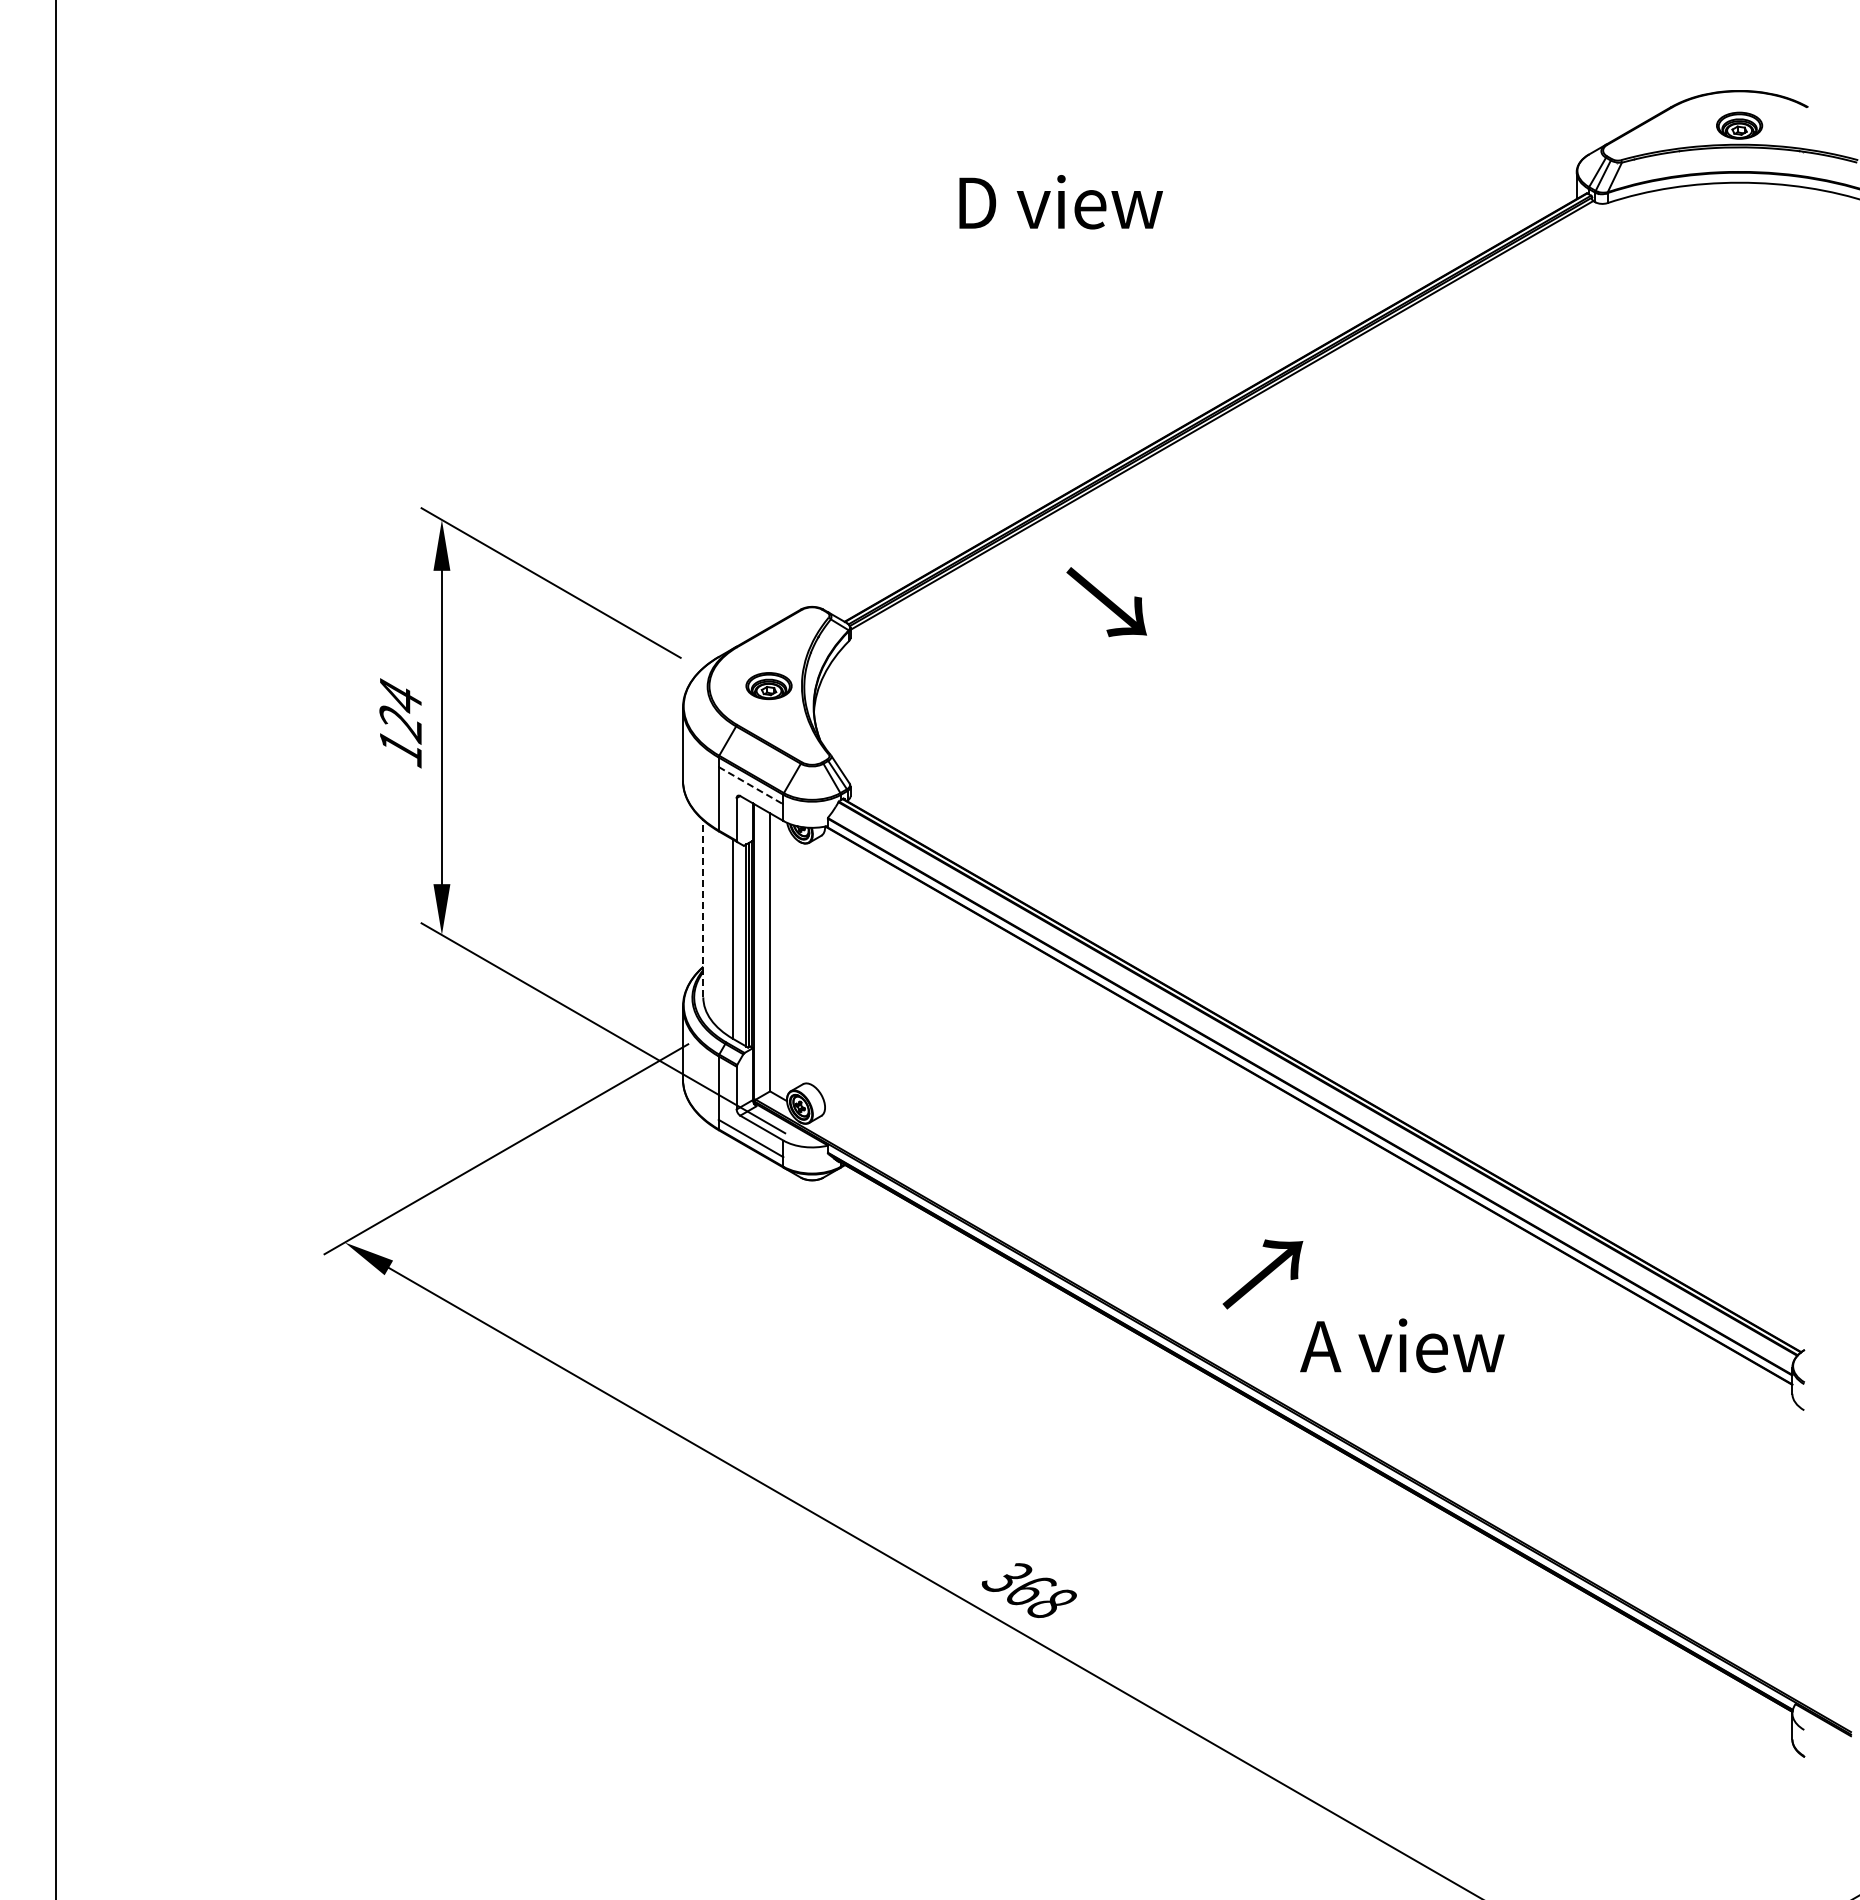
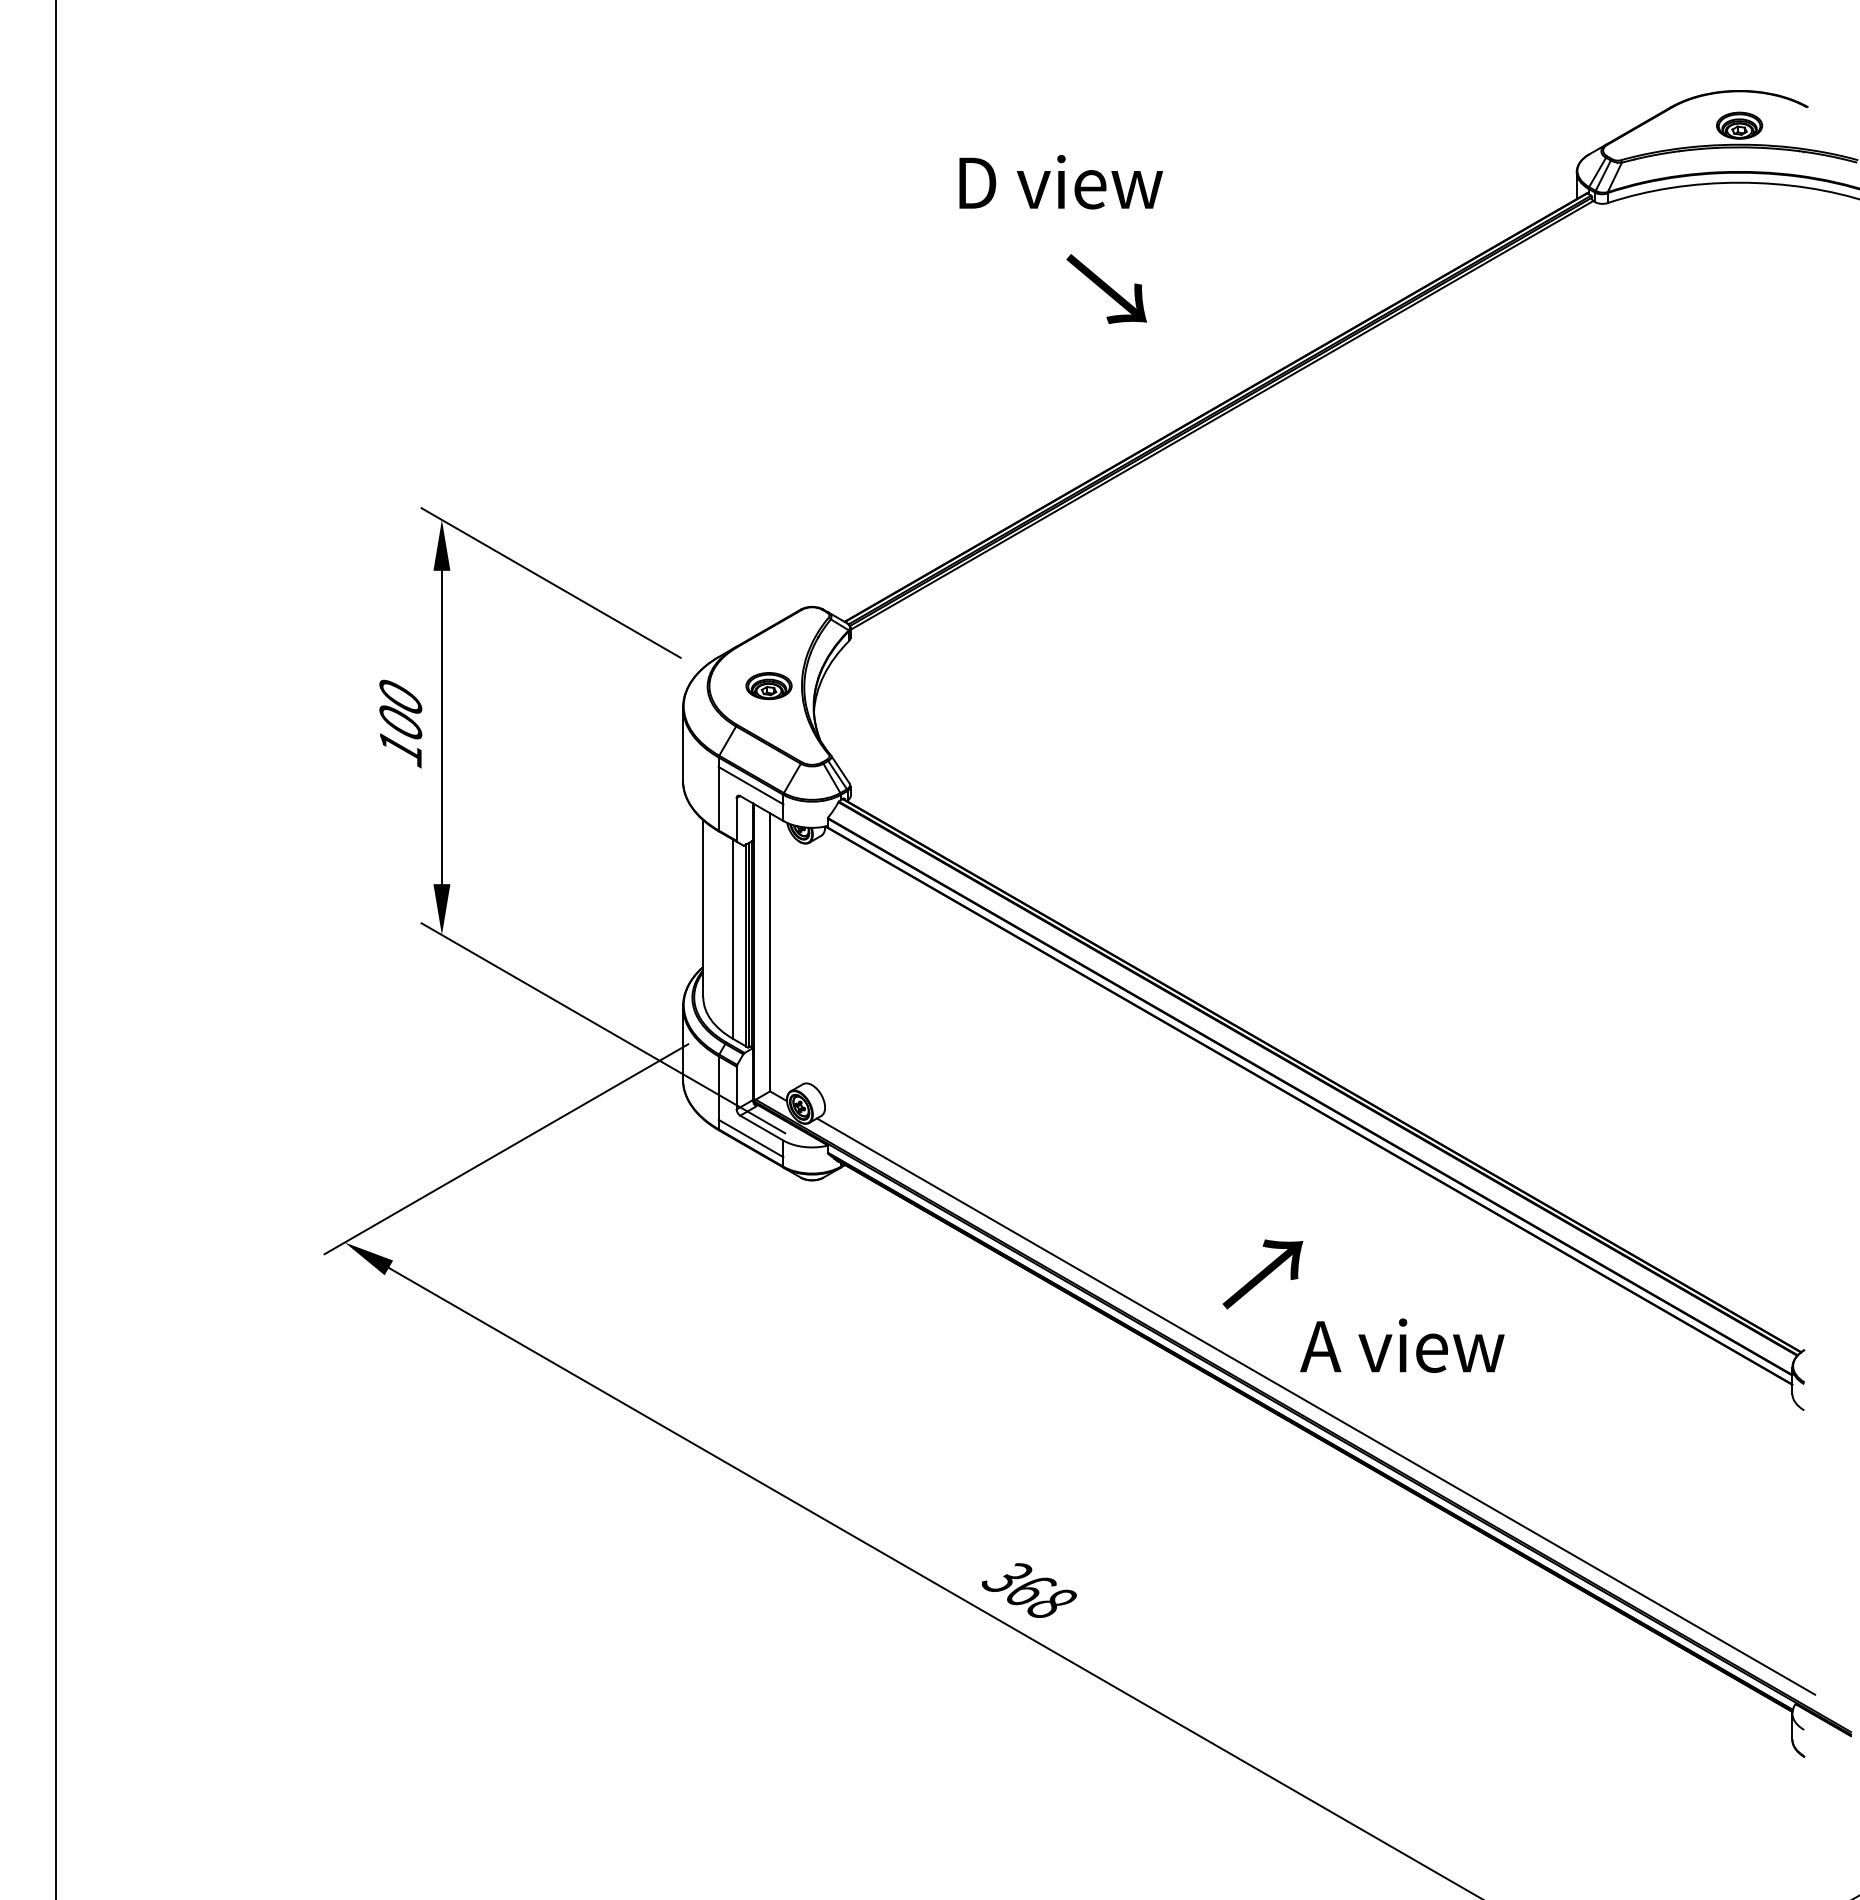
text at (1060, 202) position: (1060, 202) -> (1060, 182)
text at (1106, 602) position: (1106, 602) -> (1106, 289)
text at (400, 711): 124 -> 100
line at (751, 785): dashed -> solid
line at (703, 908): dashed -> solid
line at (1316, 1406): none -> present
